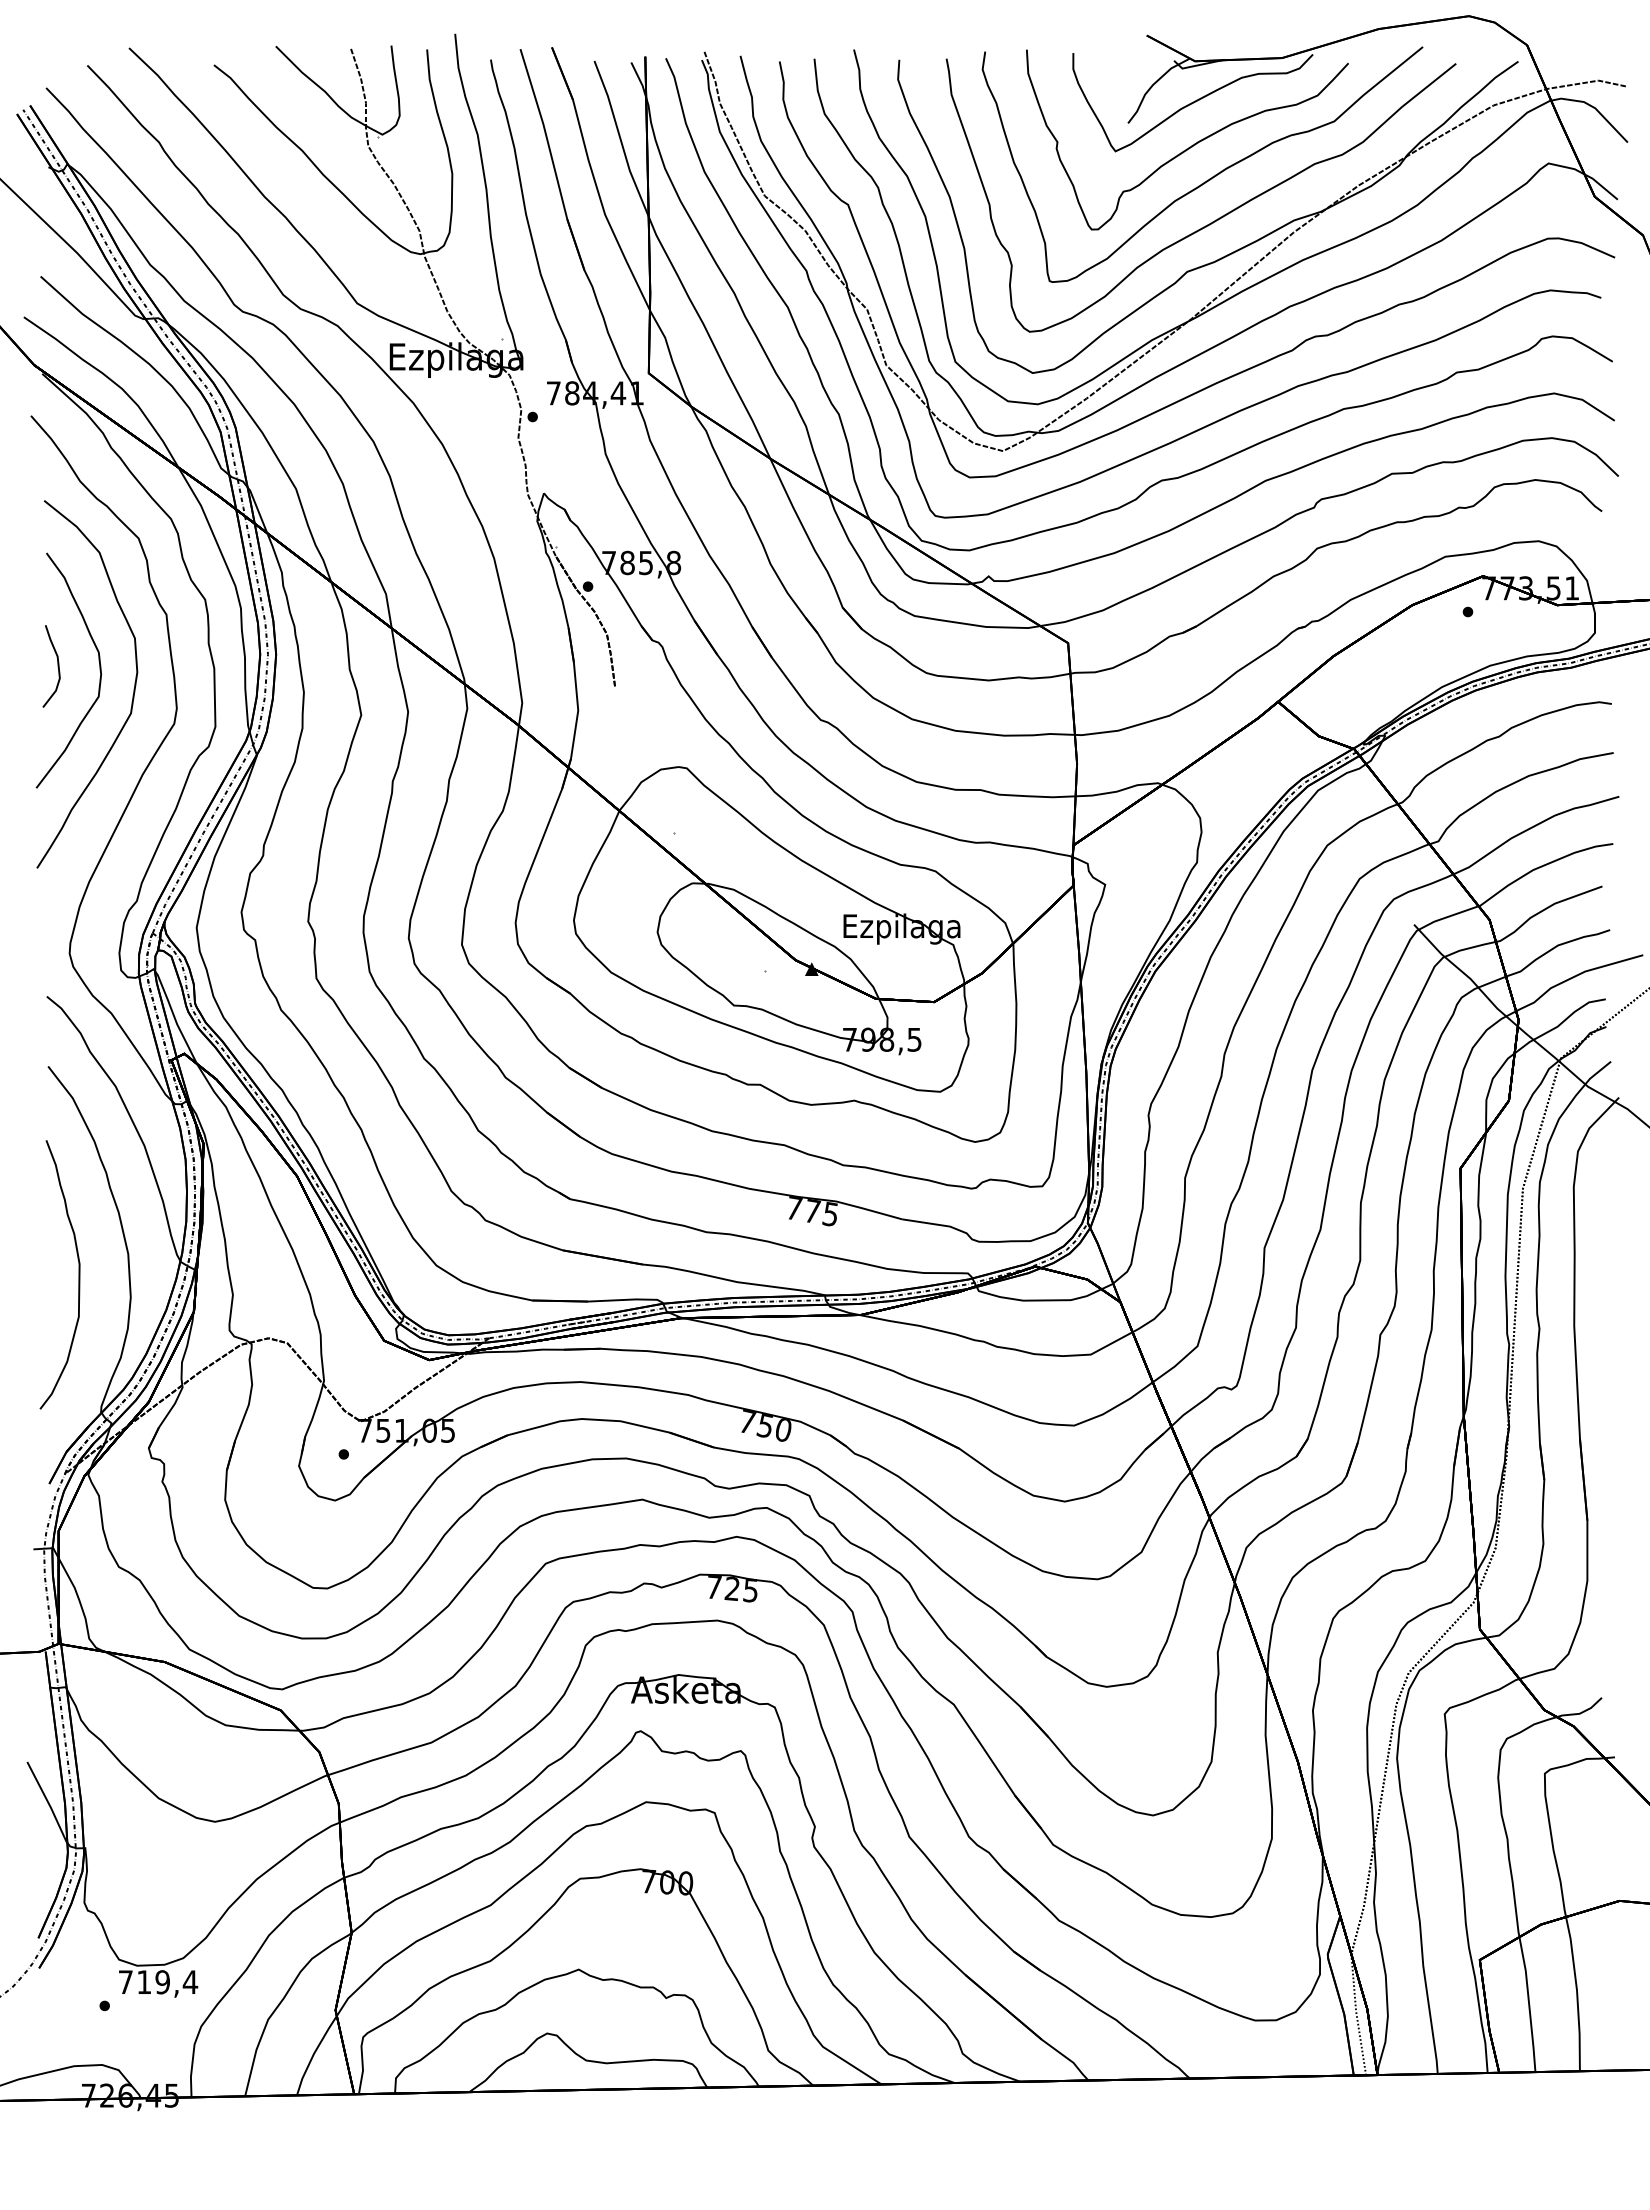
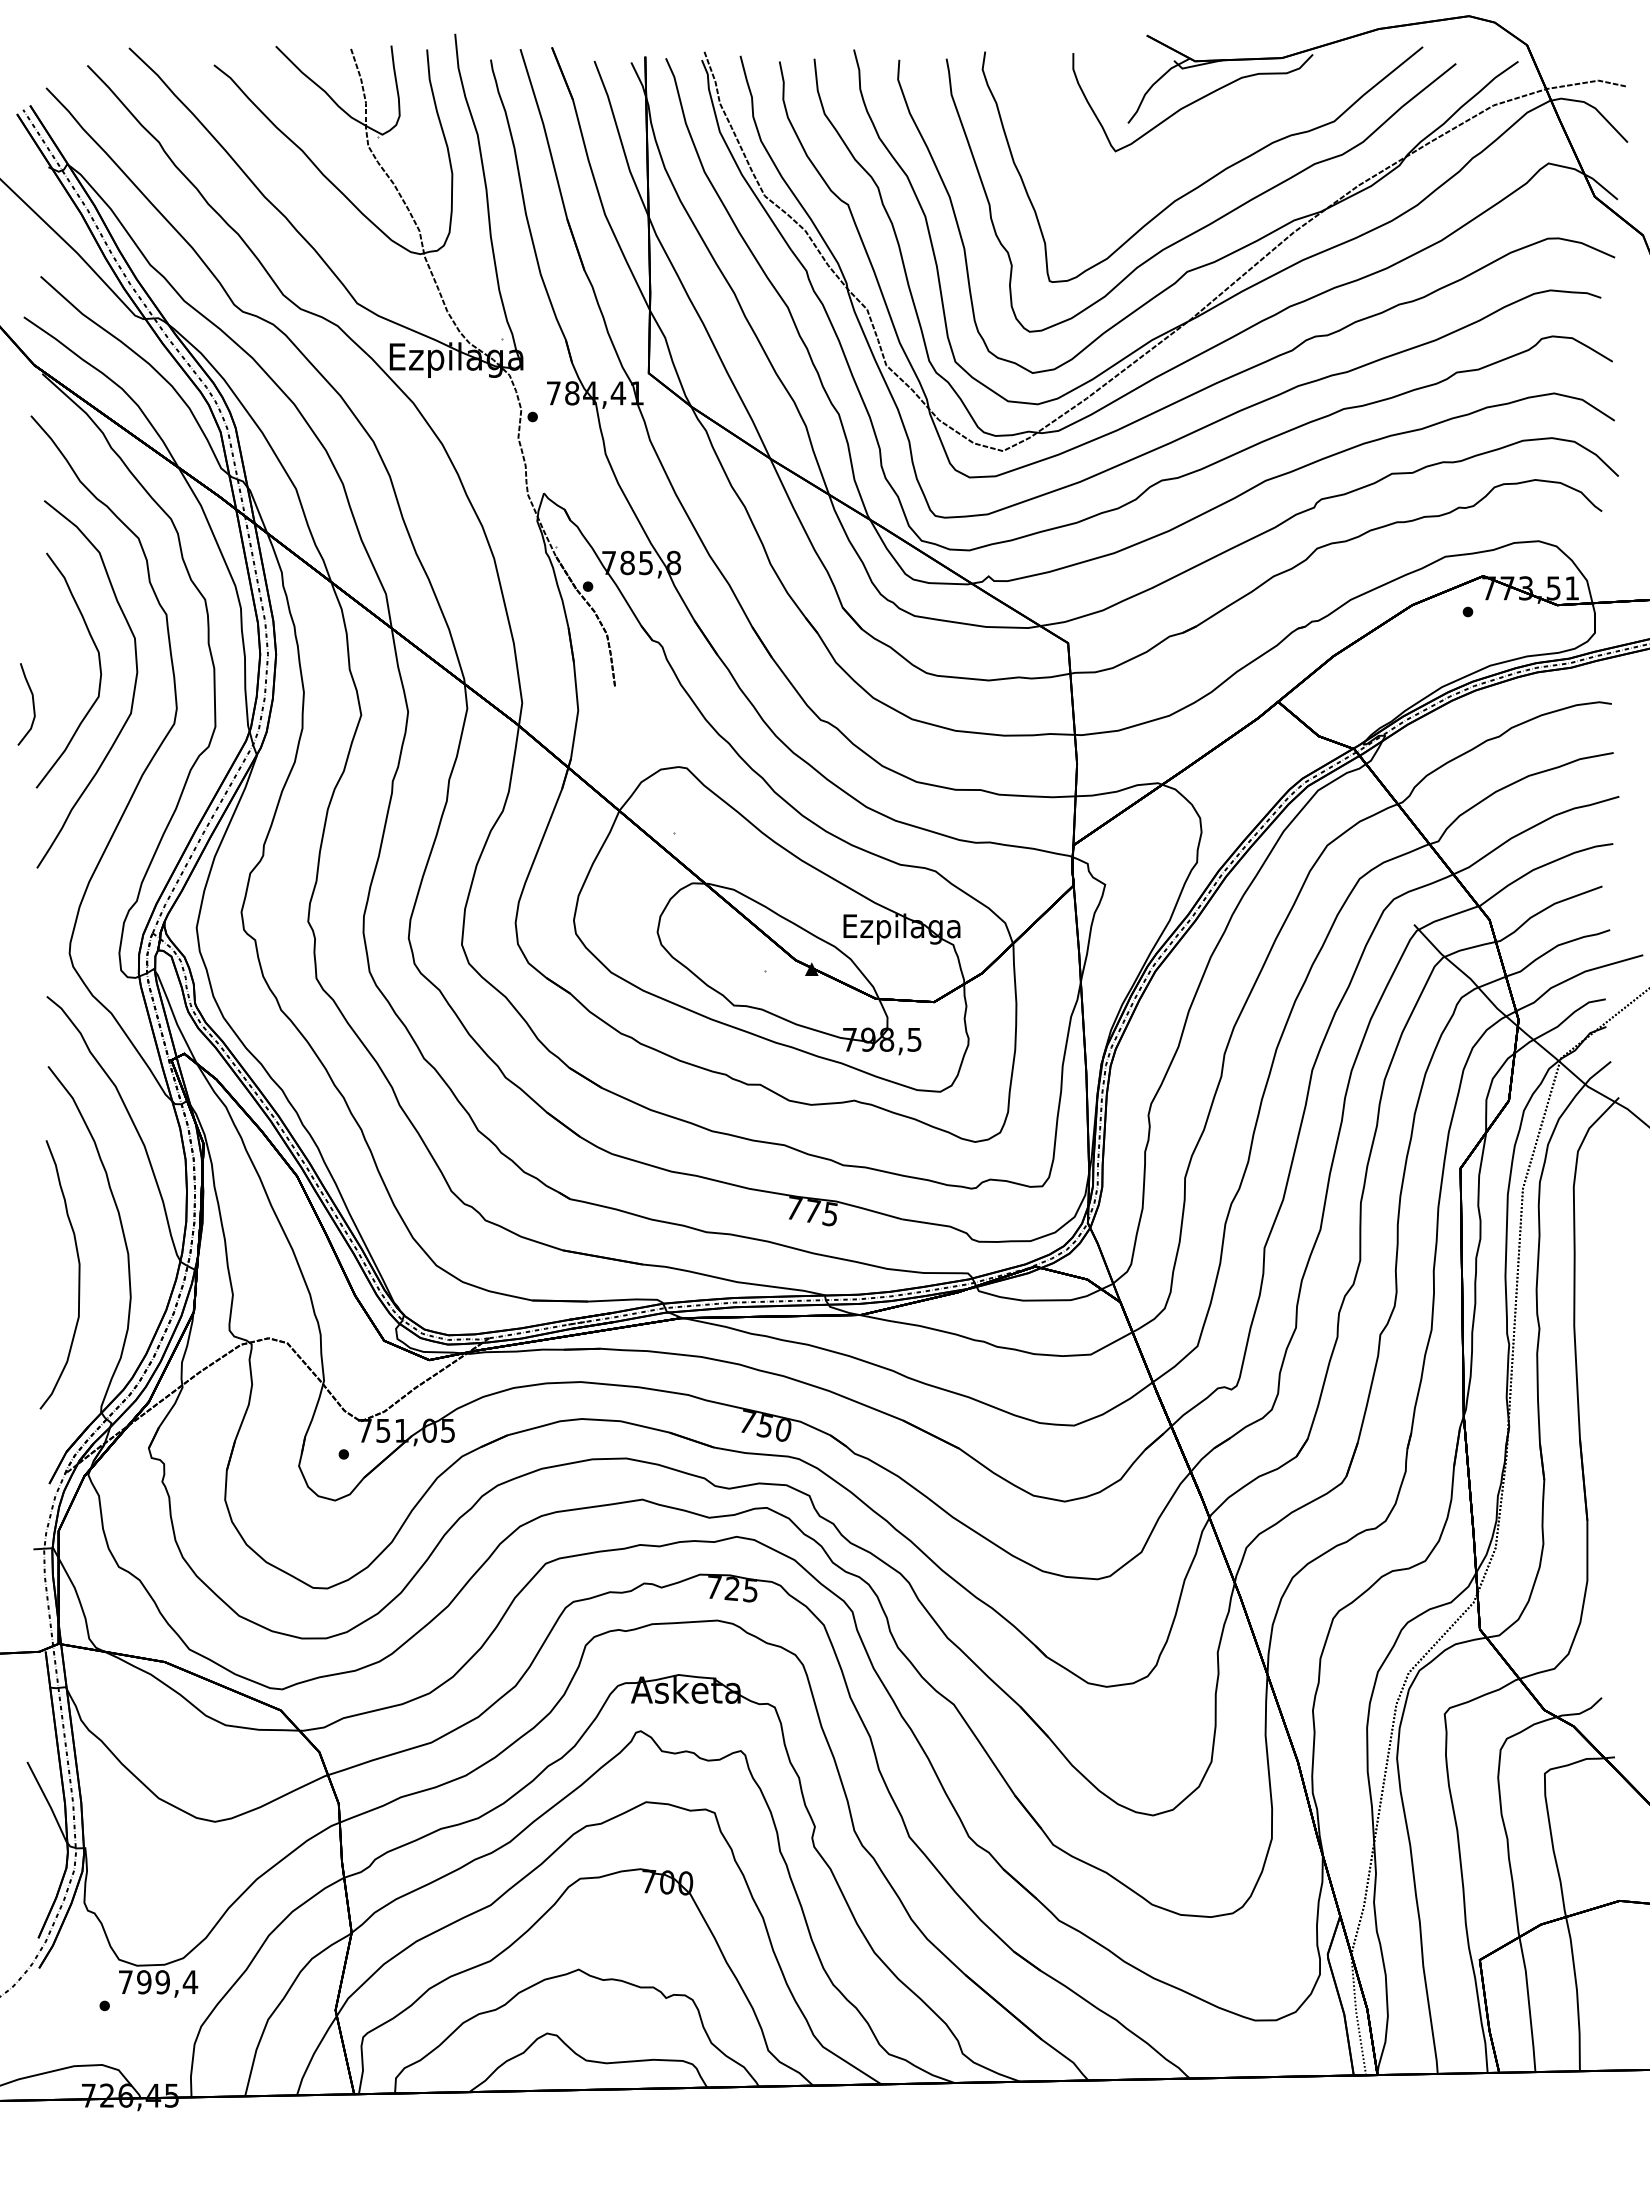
curve at (1192, 144): present -> none
curve at (57, 666) position: (57, 666) -> (32, 704)
text at (144, 1982): 719,4 -> 799,4
